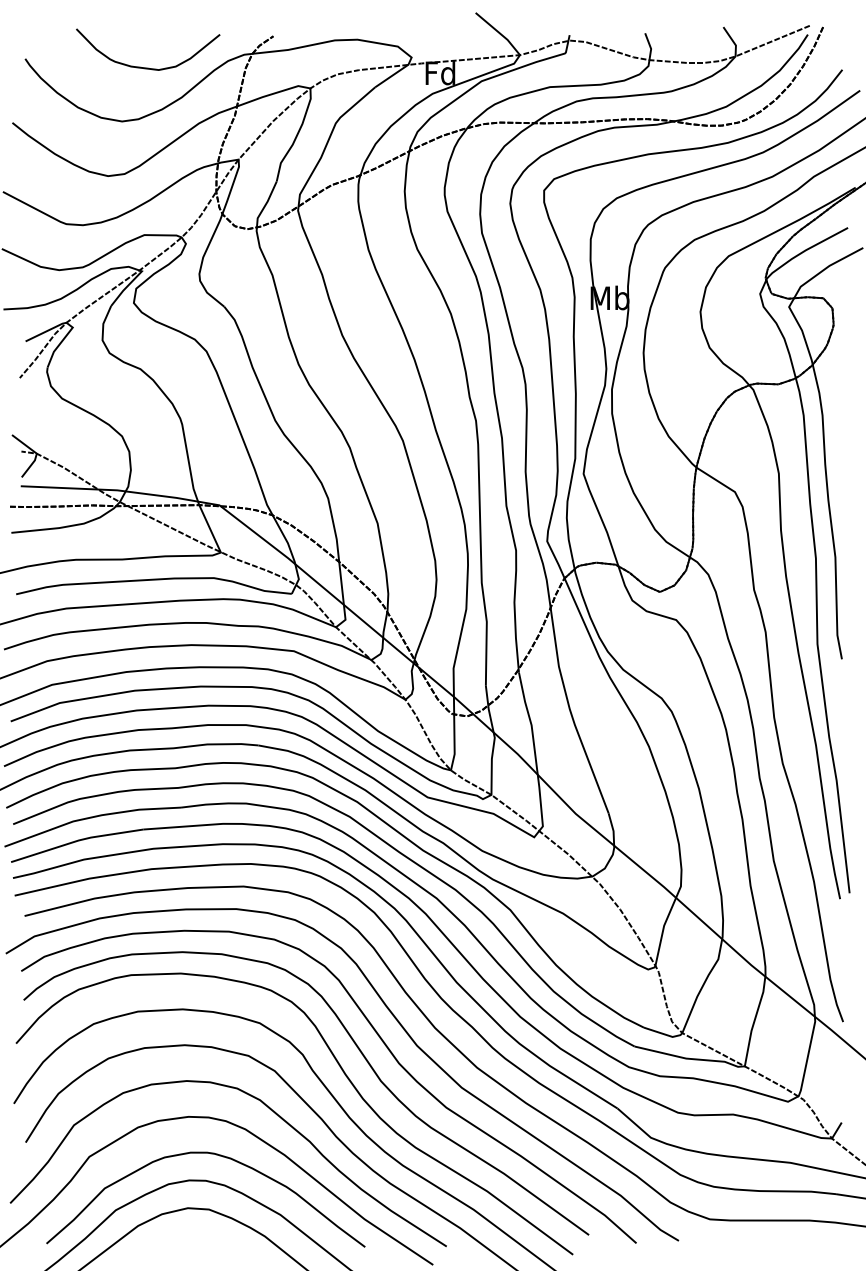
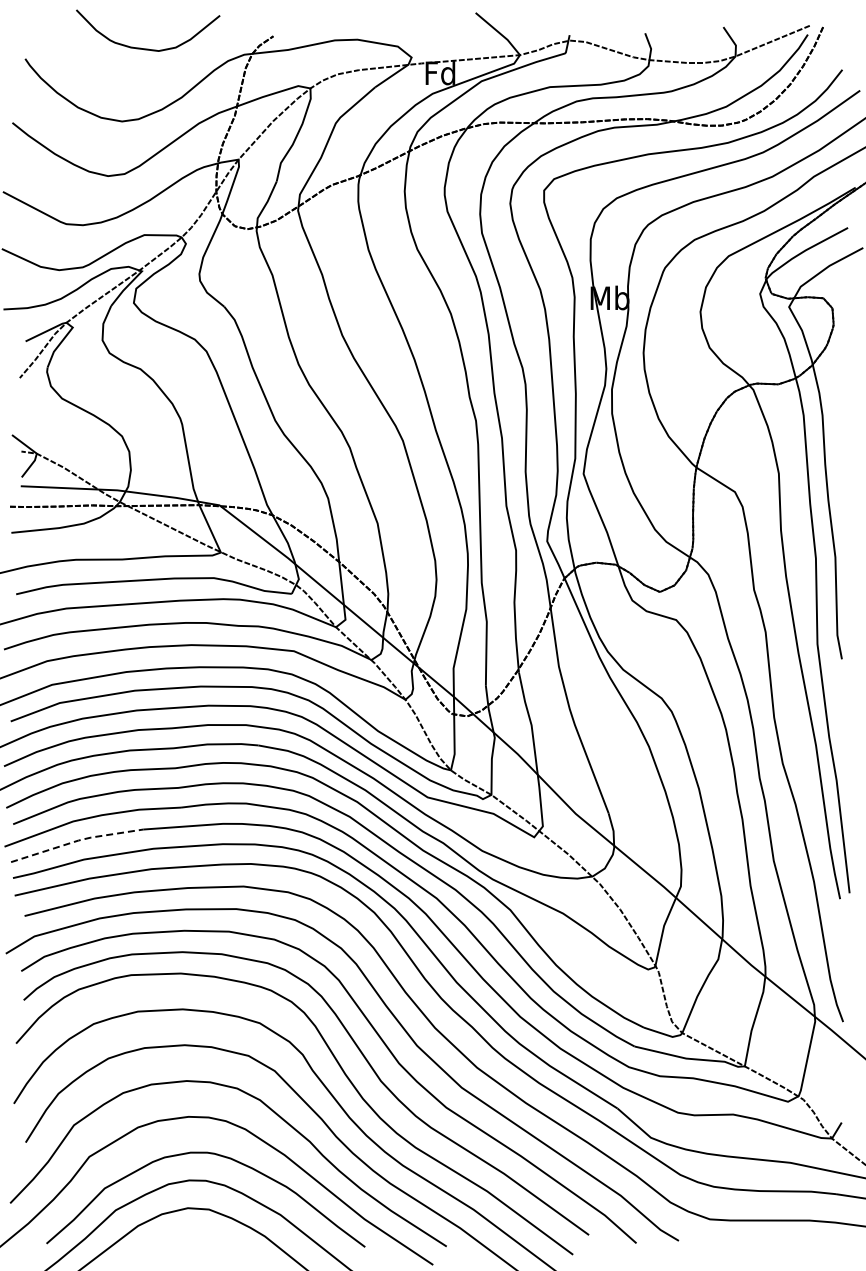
curve at (148, 67) position: (148, 67) -> (148, 48)
line at (77, 840): solid -> dashed
